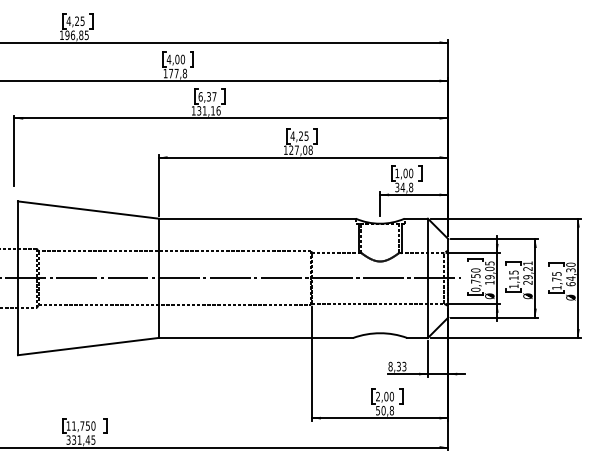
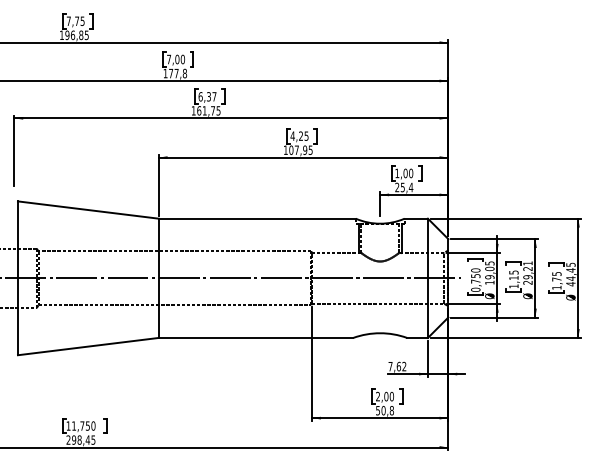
text at (72, 20): 4,25 -> 7,75
text at (168, 59): 4,00 -> 7,00
text at (208, 110): 131,16 -> 161,75
text at (300, 149): 127,08 -> 107,95
text at (404, 187): 34,8 -> 25,4
text at (570, 274): 64,30 -> 44,45
text at (397, 366): 8,33 -> 7,62
text at (73, 439): 331,45 -> 298,45
